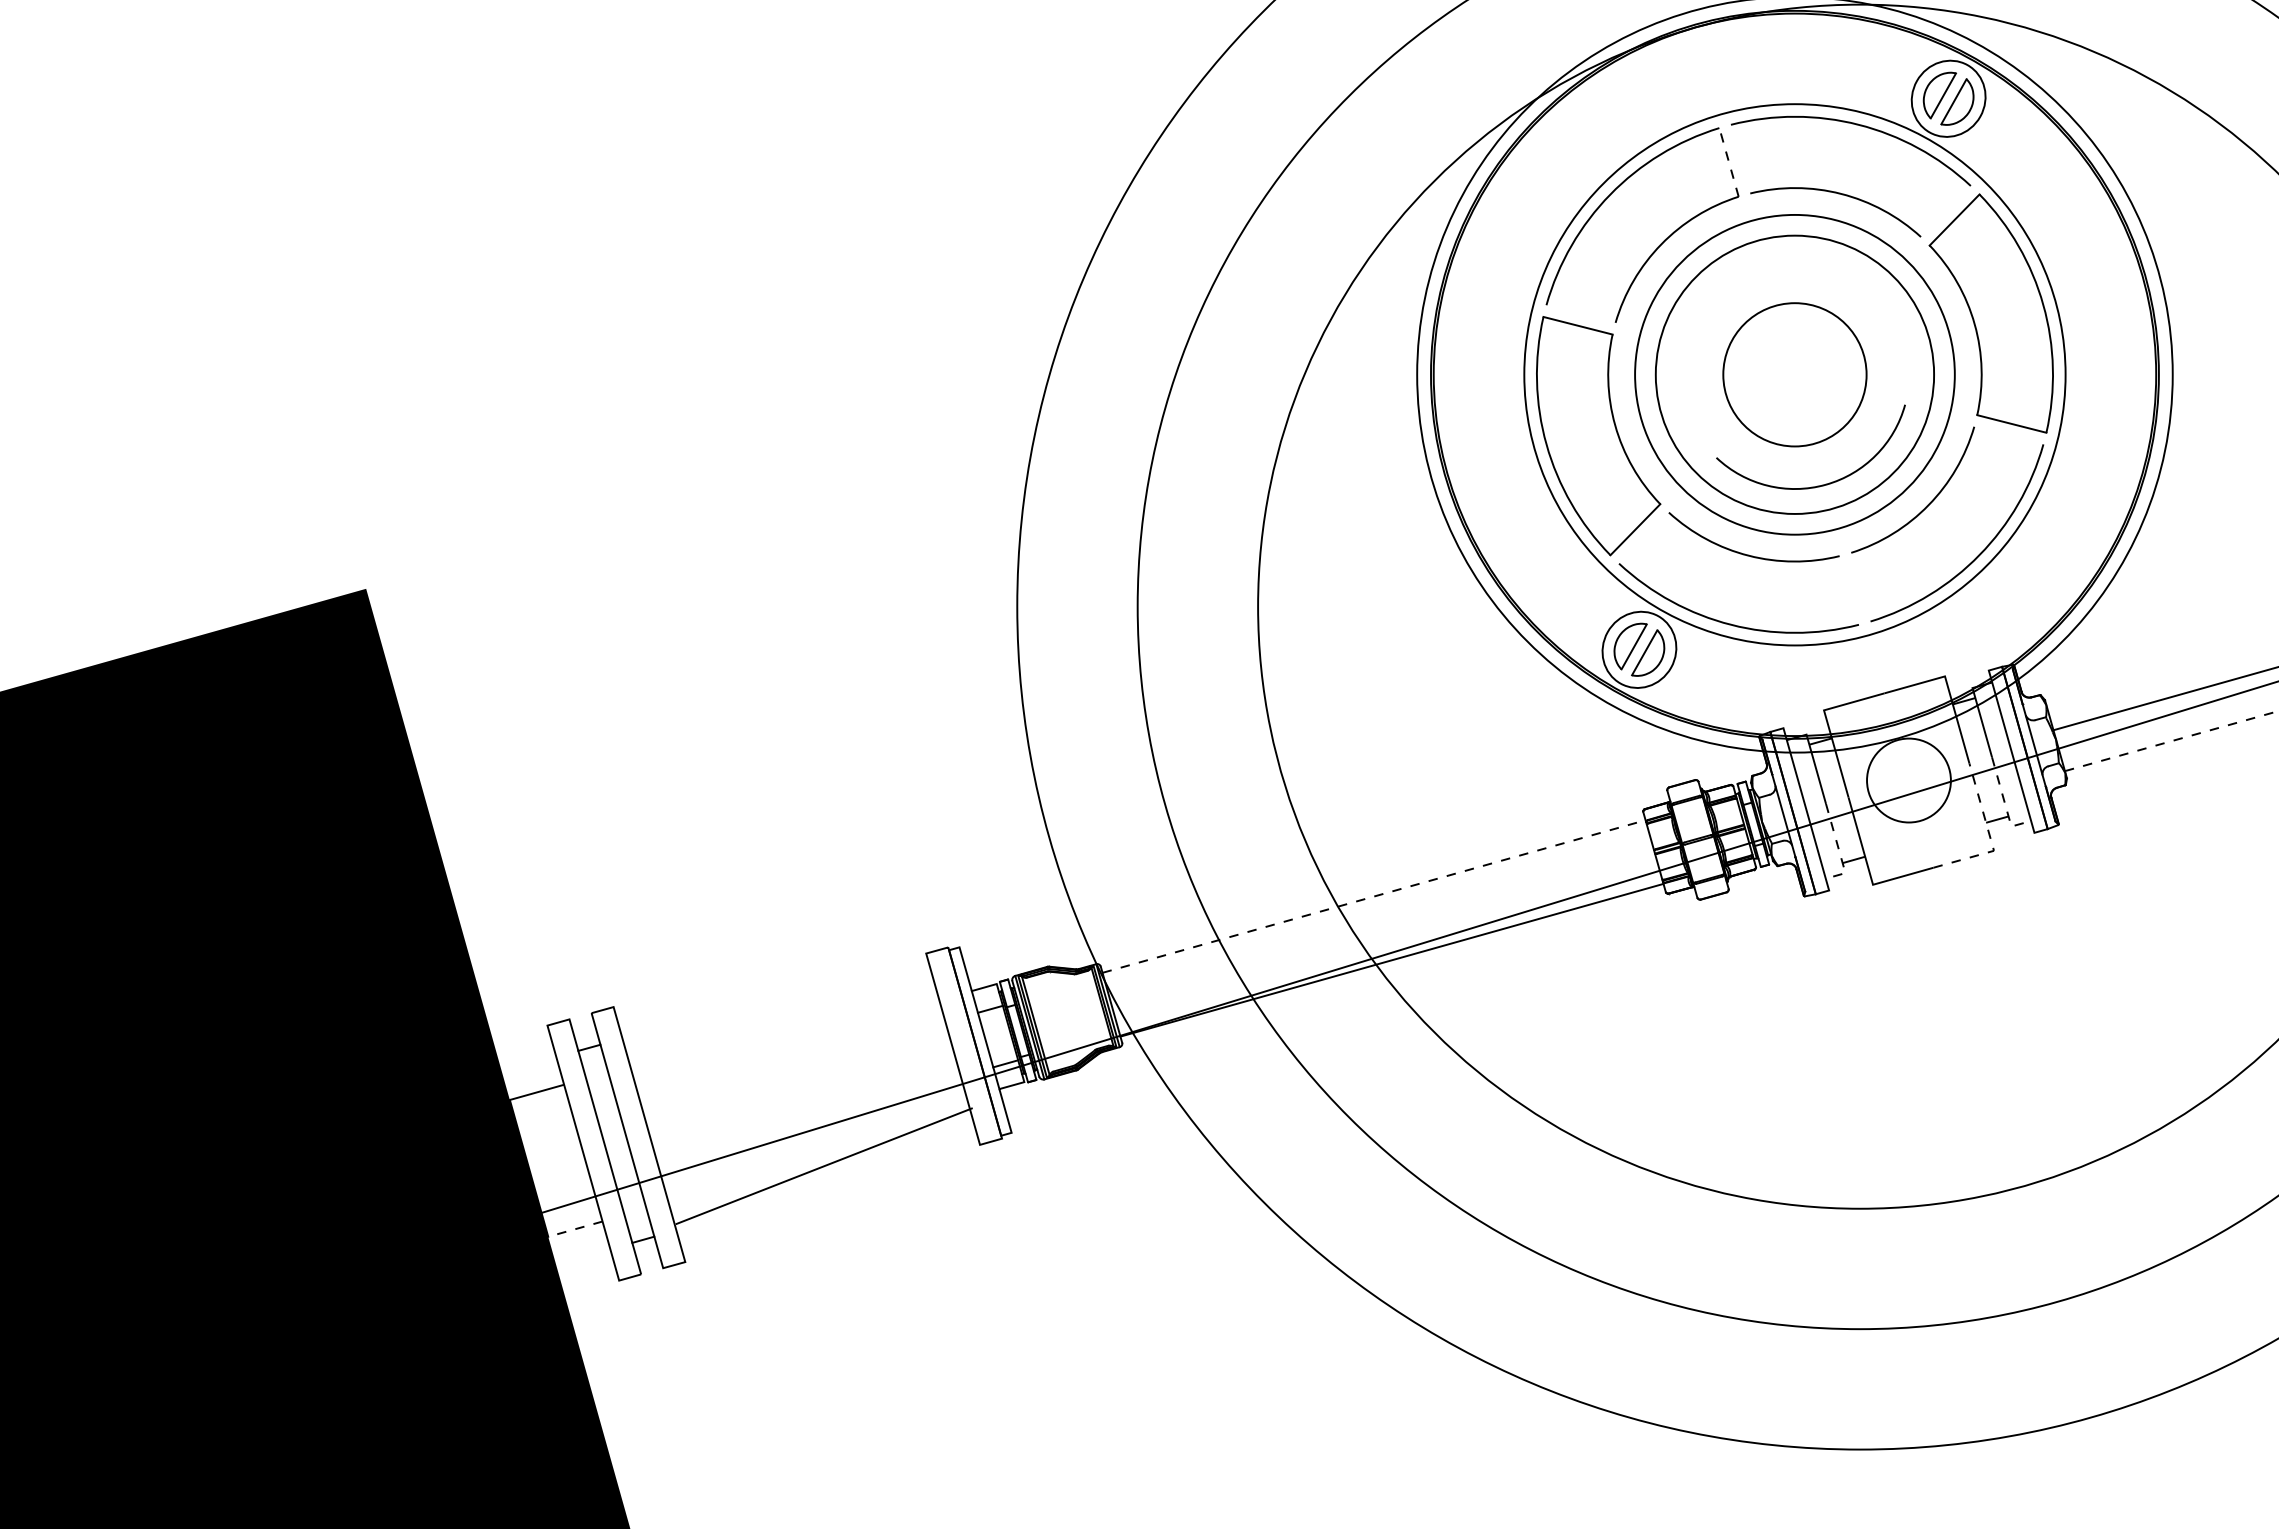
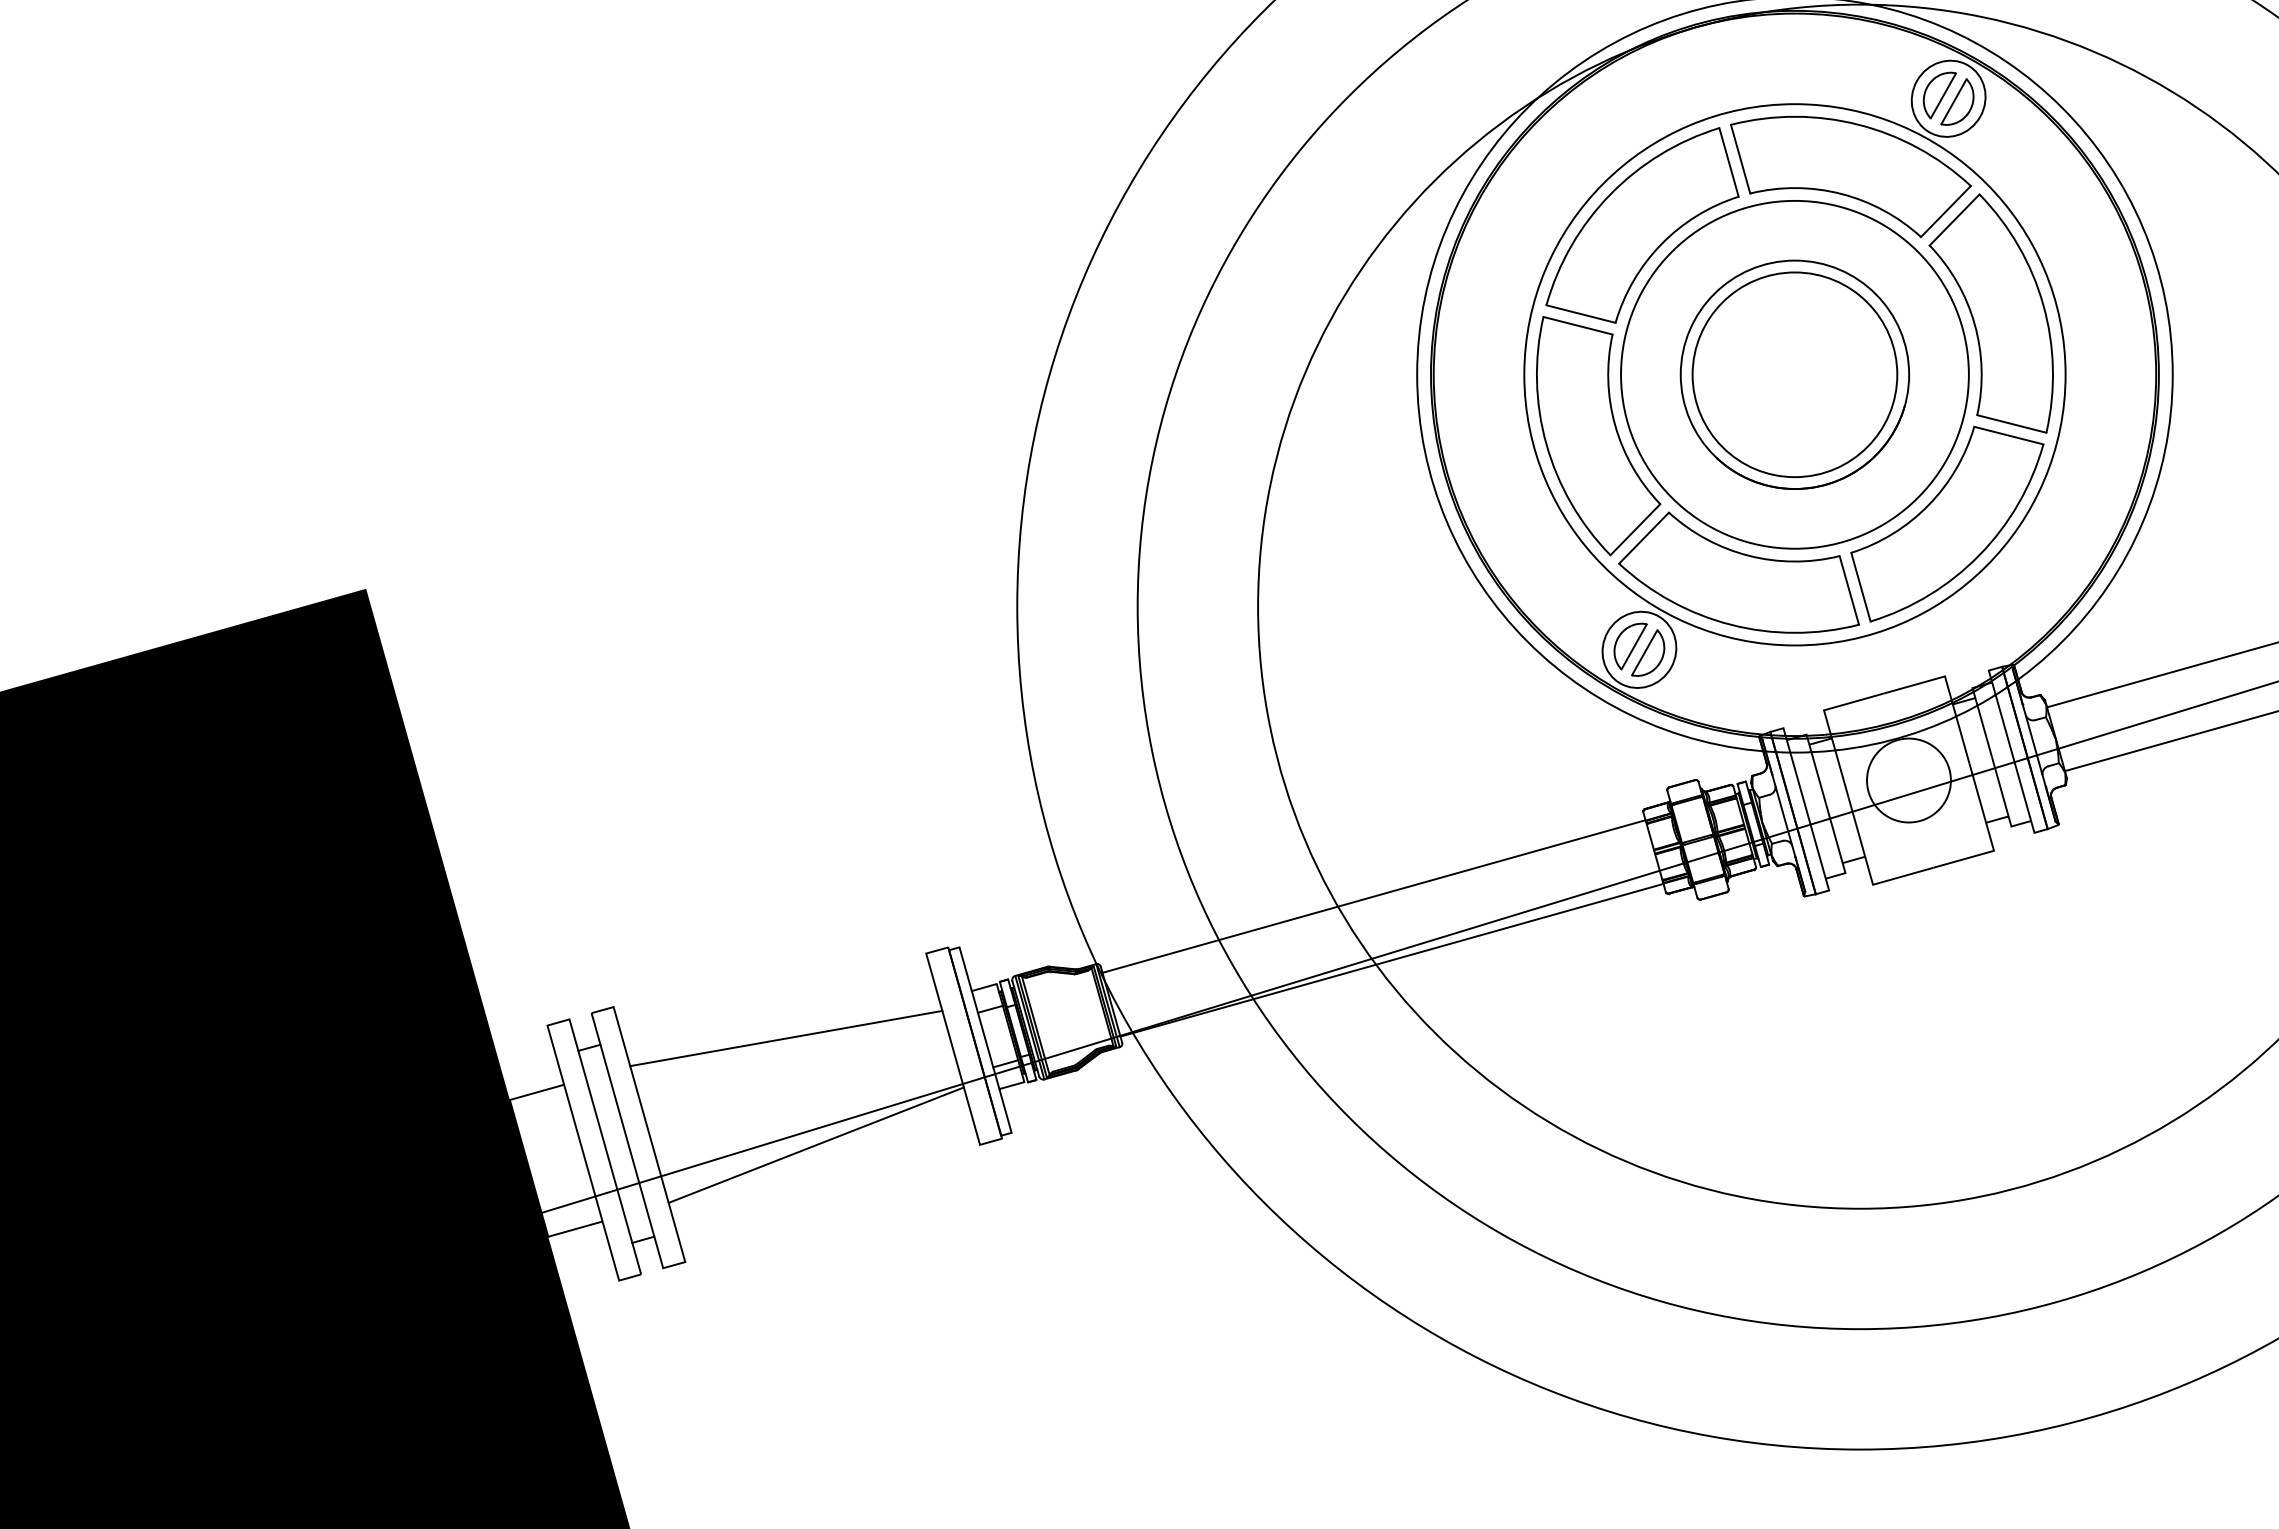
line at (1740, 158): none -> present
line at (1729, 162): dashed -> solid
line at (1945, 211): none -> present
line at (1580, 313): none -> present
circle at (1794, 374) diameter: 143 px -> 205 px
circle at (1794, 374) diameter: 278 px -> 348 px
circle at (1794, 374) diameter: 320 px -> 228 px
line at (2008, 435): none -> present
line at (1644, 537): none -> present
line at (1860, 586): none -> present
line at (1849, 590): none -> present
line at (2164, 698) position: (2164, 698) -> (2161, 675)
line at (2171, 741): dashed -> solid
line at (2004, 802): dashed -> solid
line at (1990, 837): dashed -> solid
line at (1838, 849): dashed -> solid
line at (1374, 896): dashed -> solid
line at (786, 1038): none -> present
line at (823, 1165) position: (823, 1165) -> (815, 1144)
line at (574, 1229): dashed -> solid
